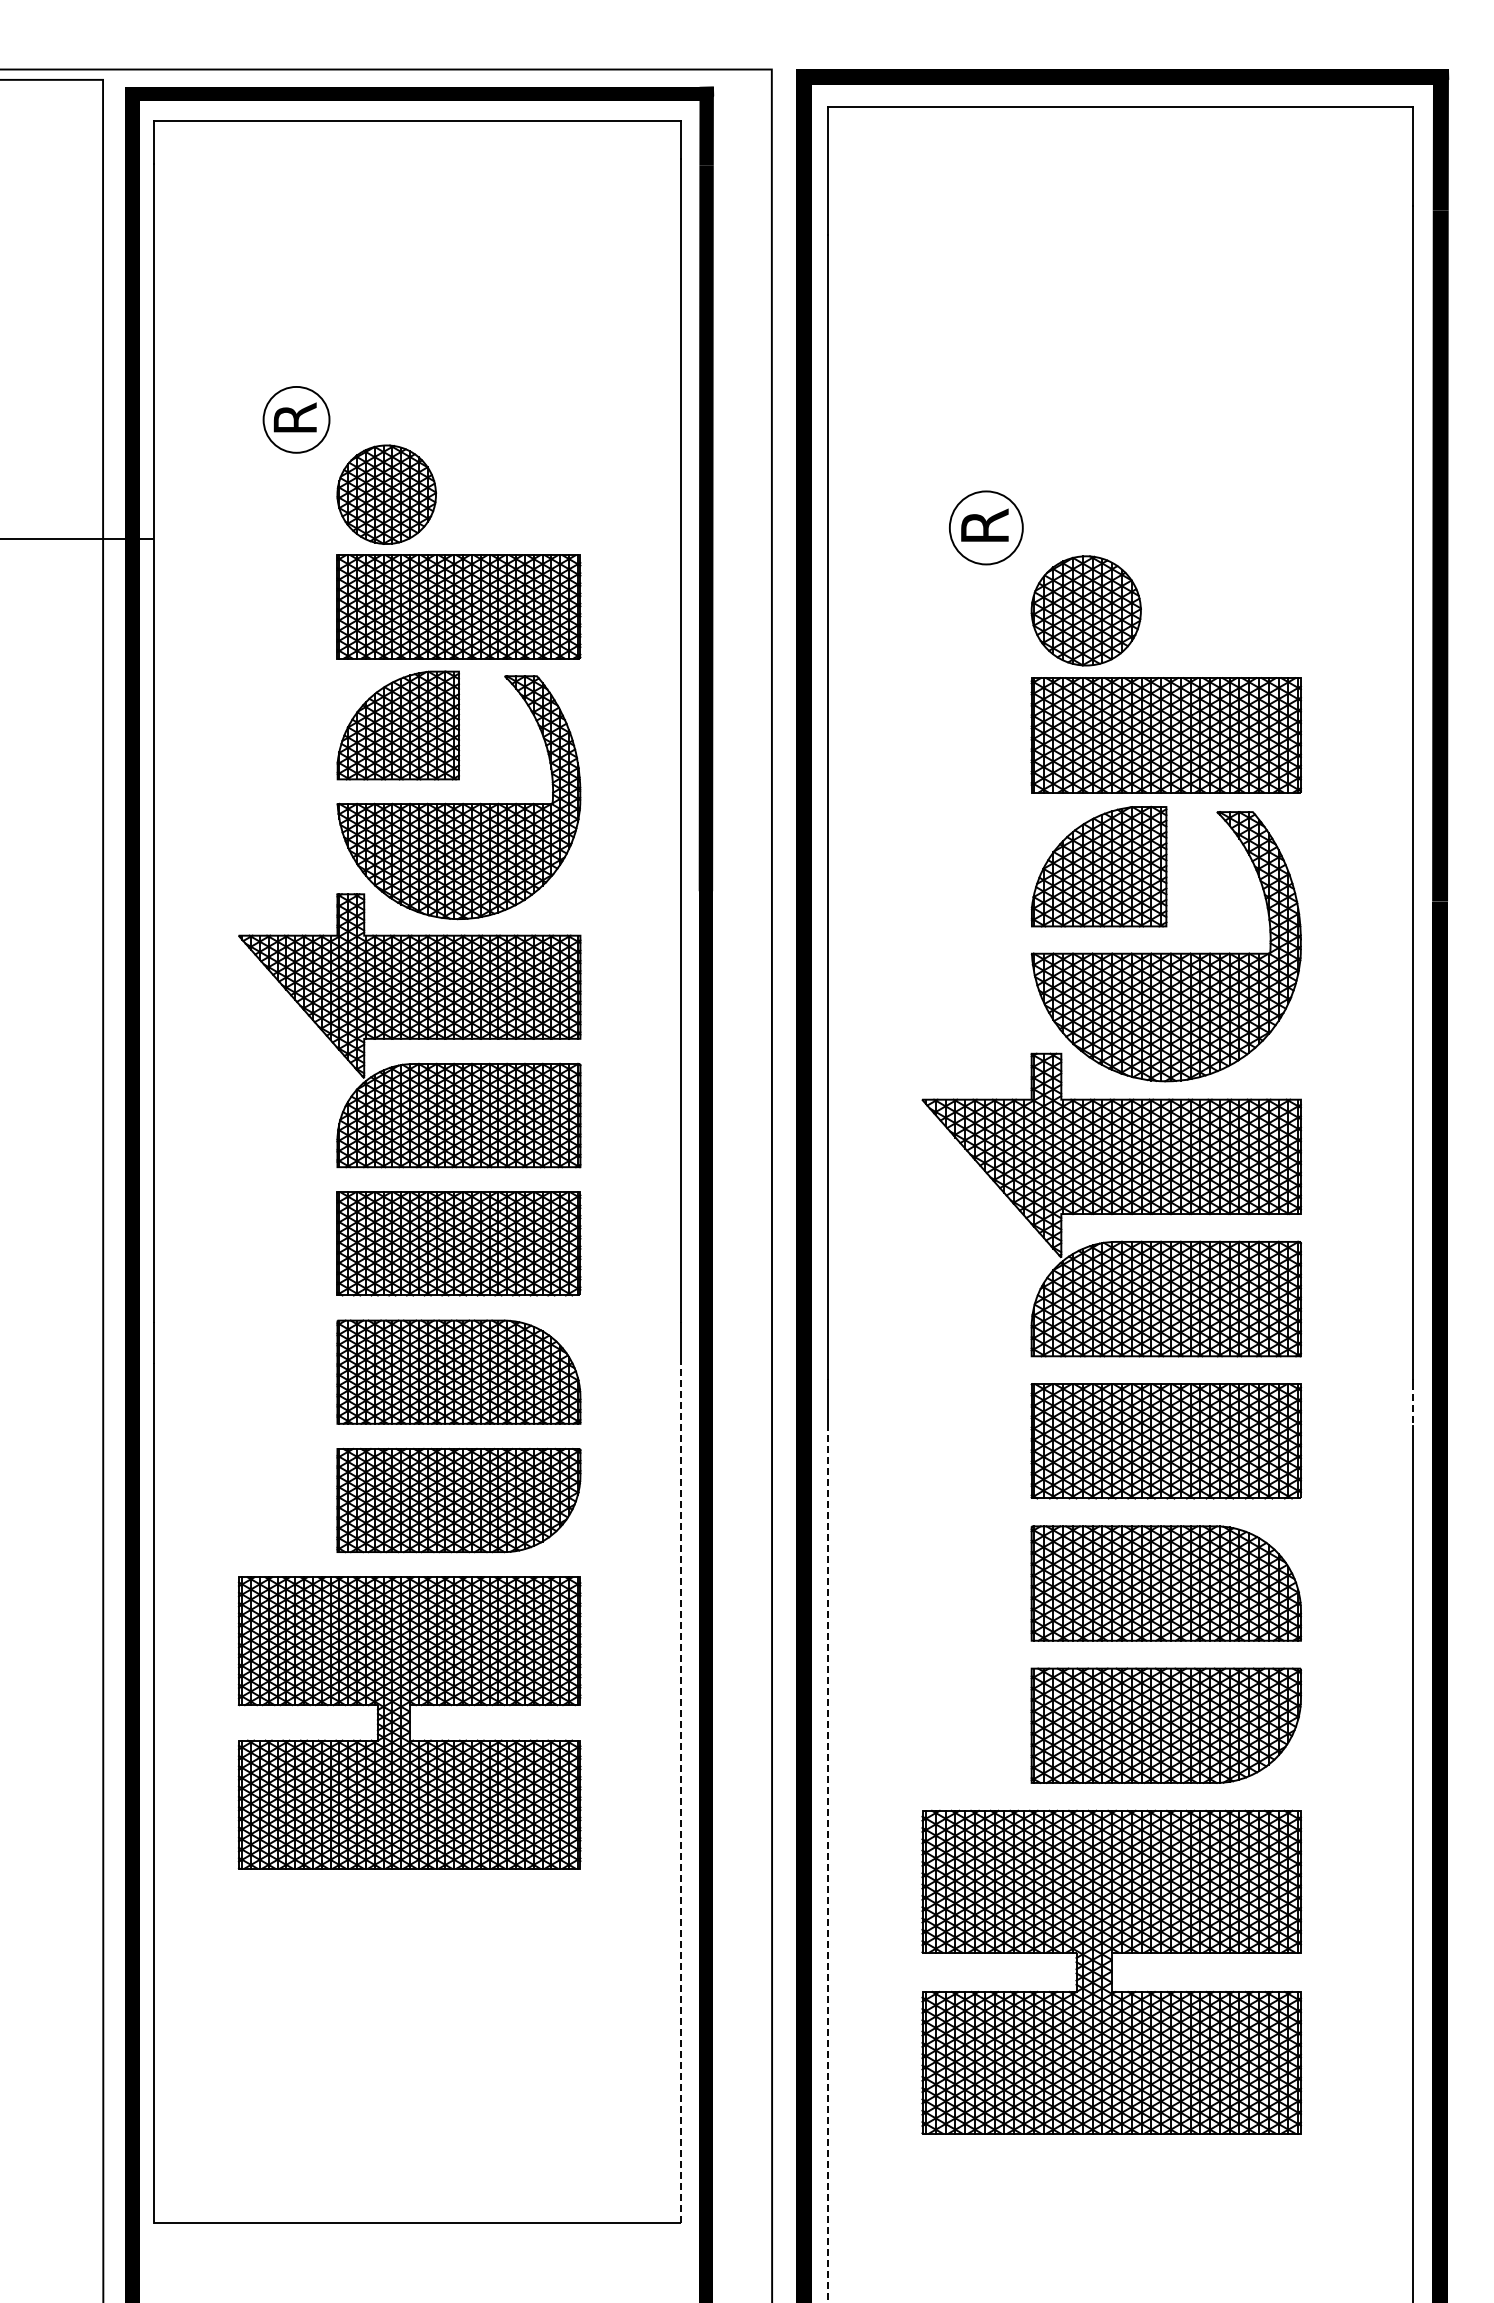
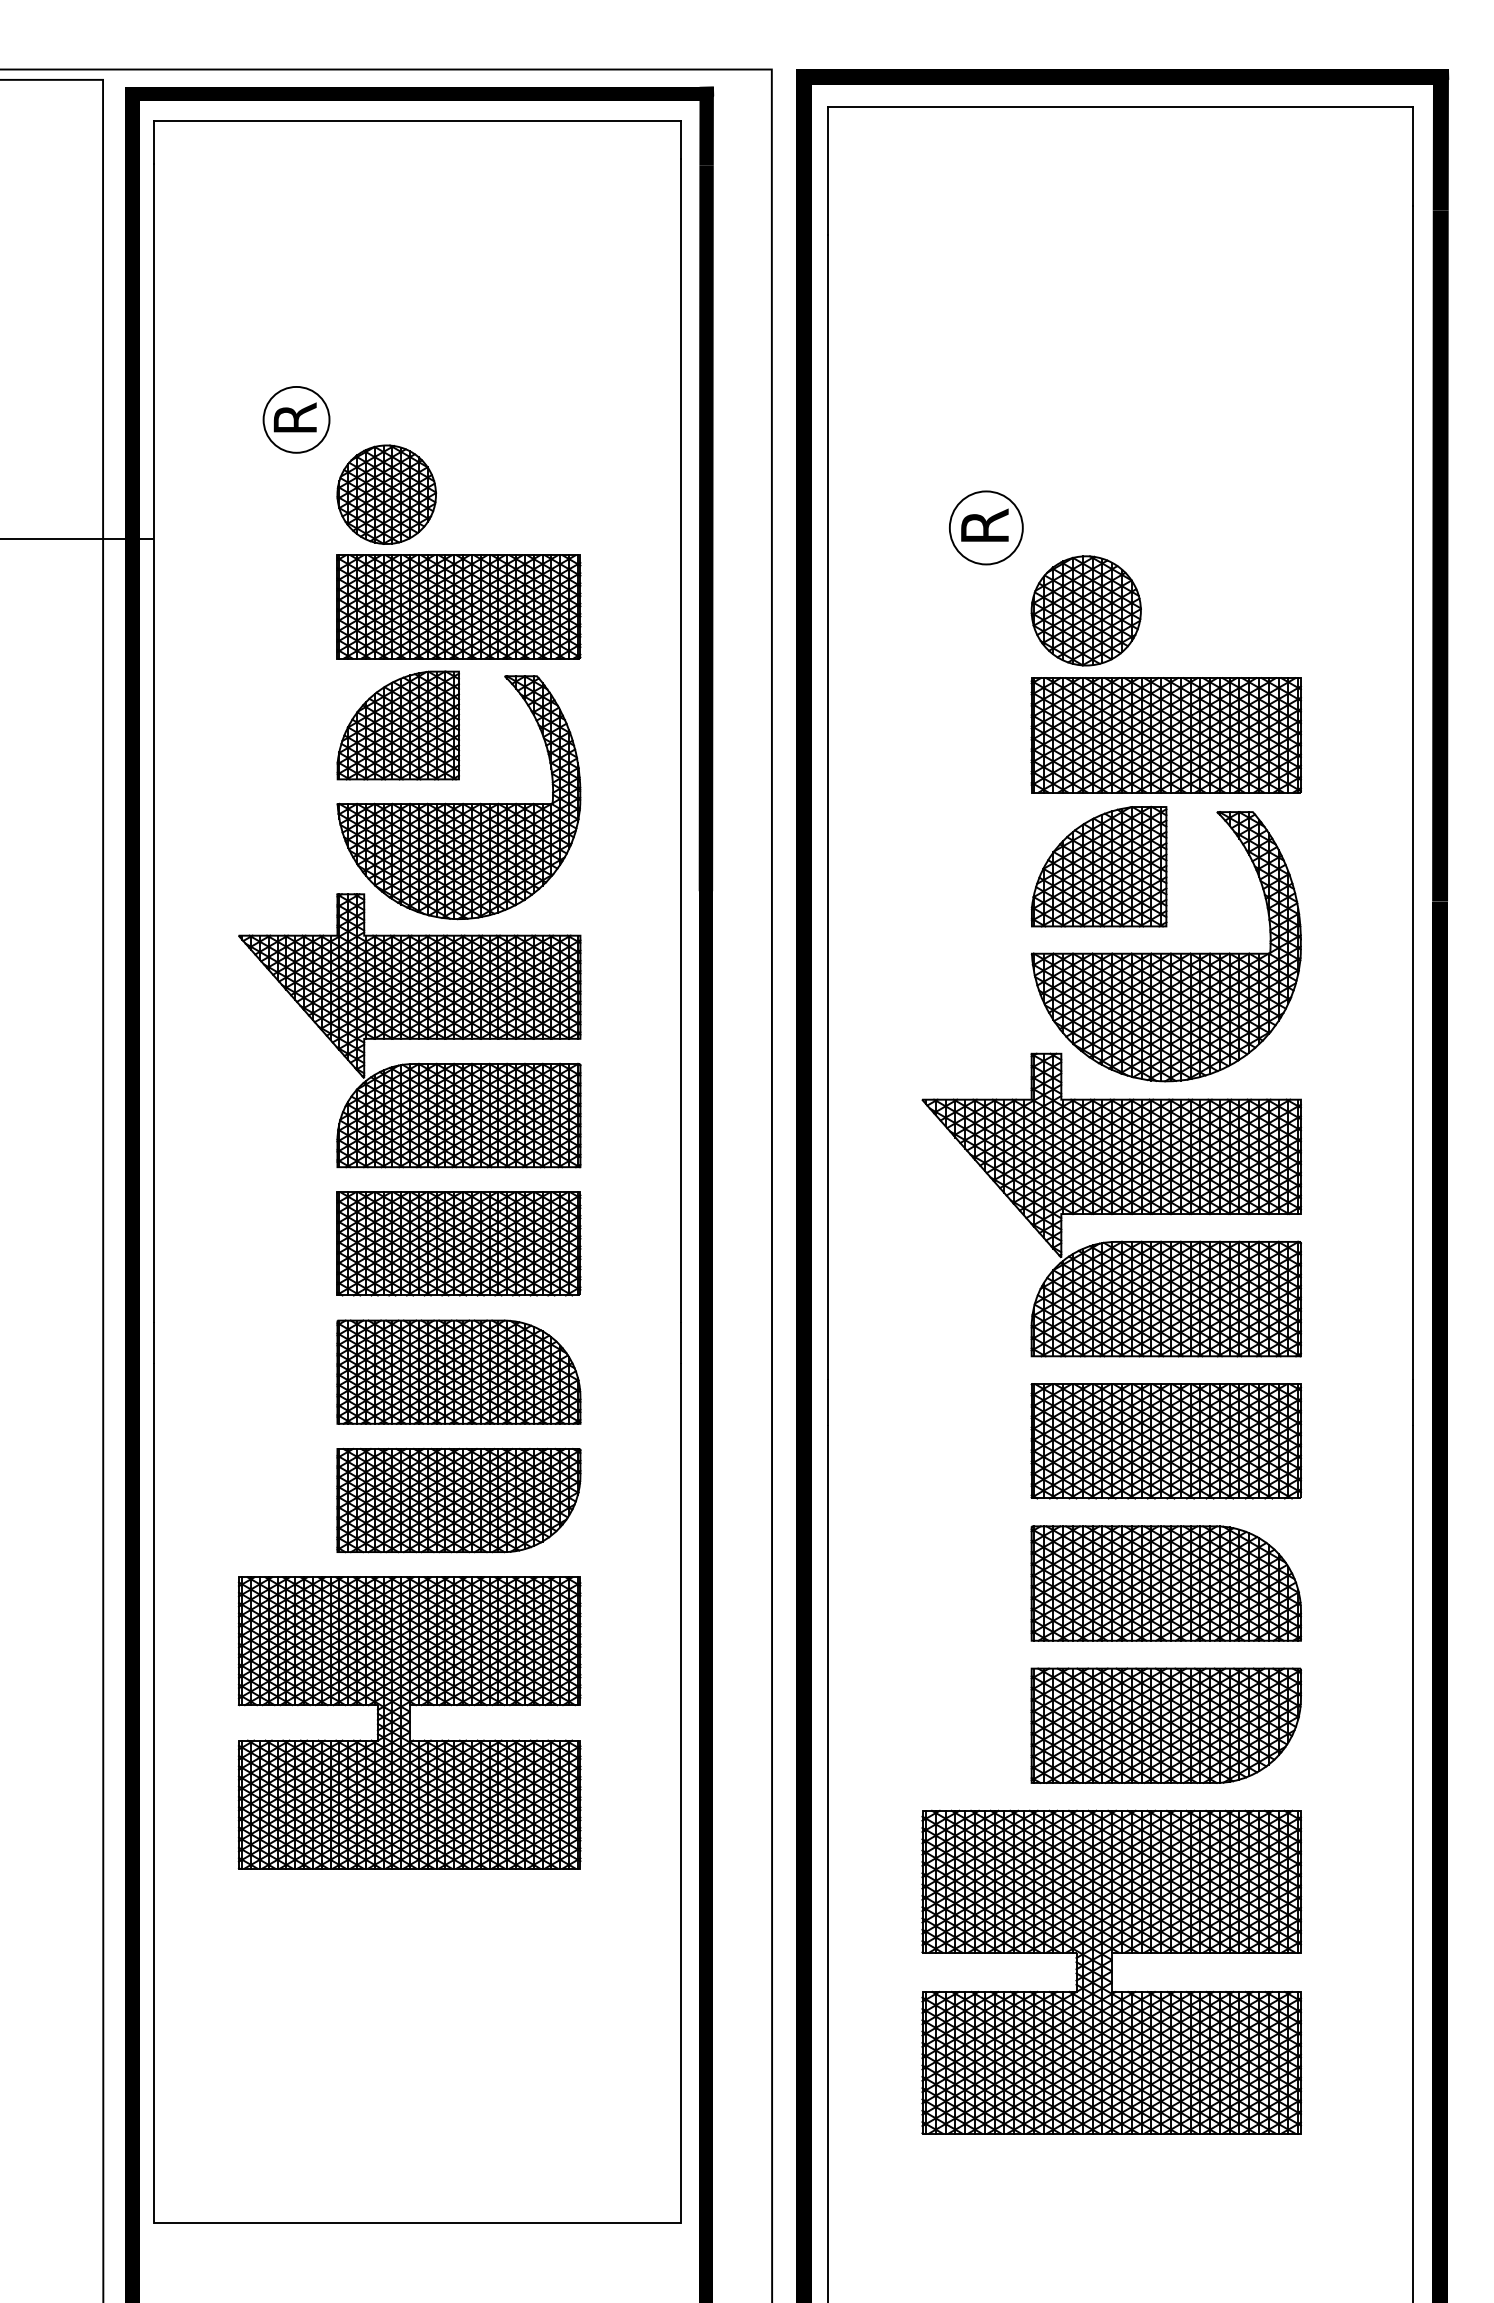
line at (1412, 1404): dashed -> solid
line at (681, 1792): dashed -> solid
line at (828, 1863): dashed -> solid
